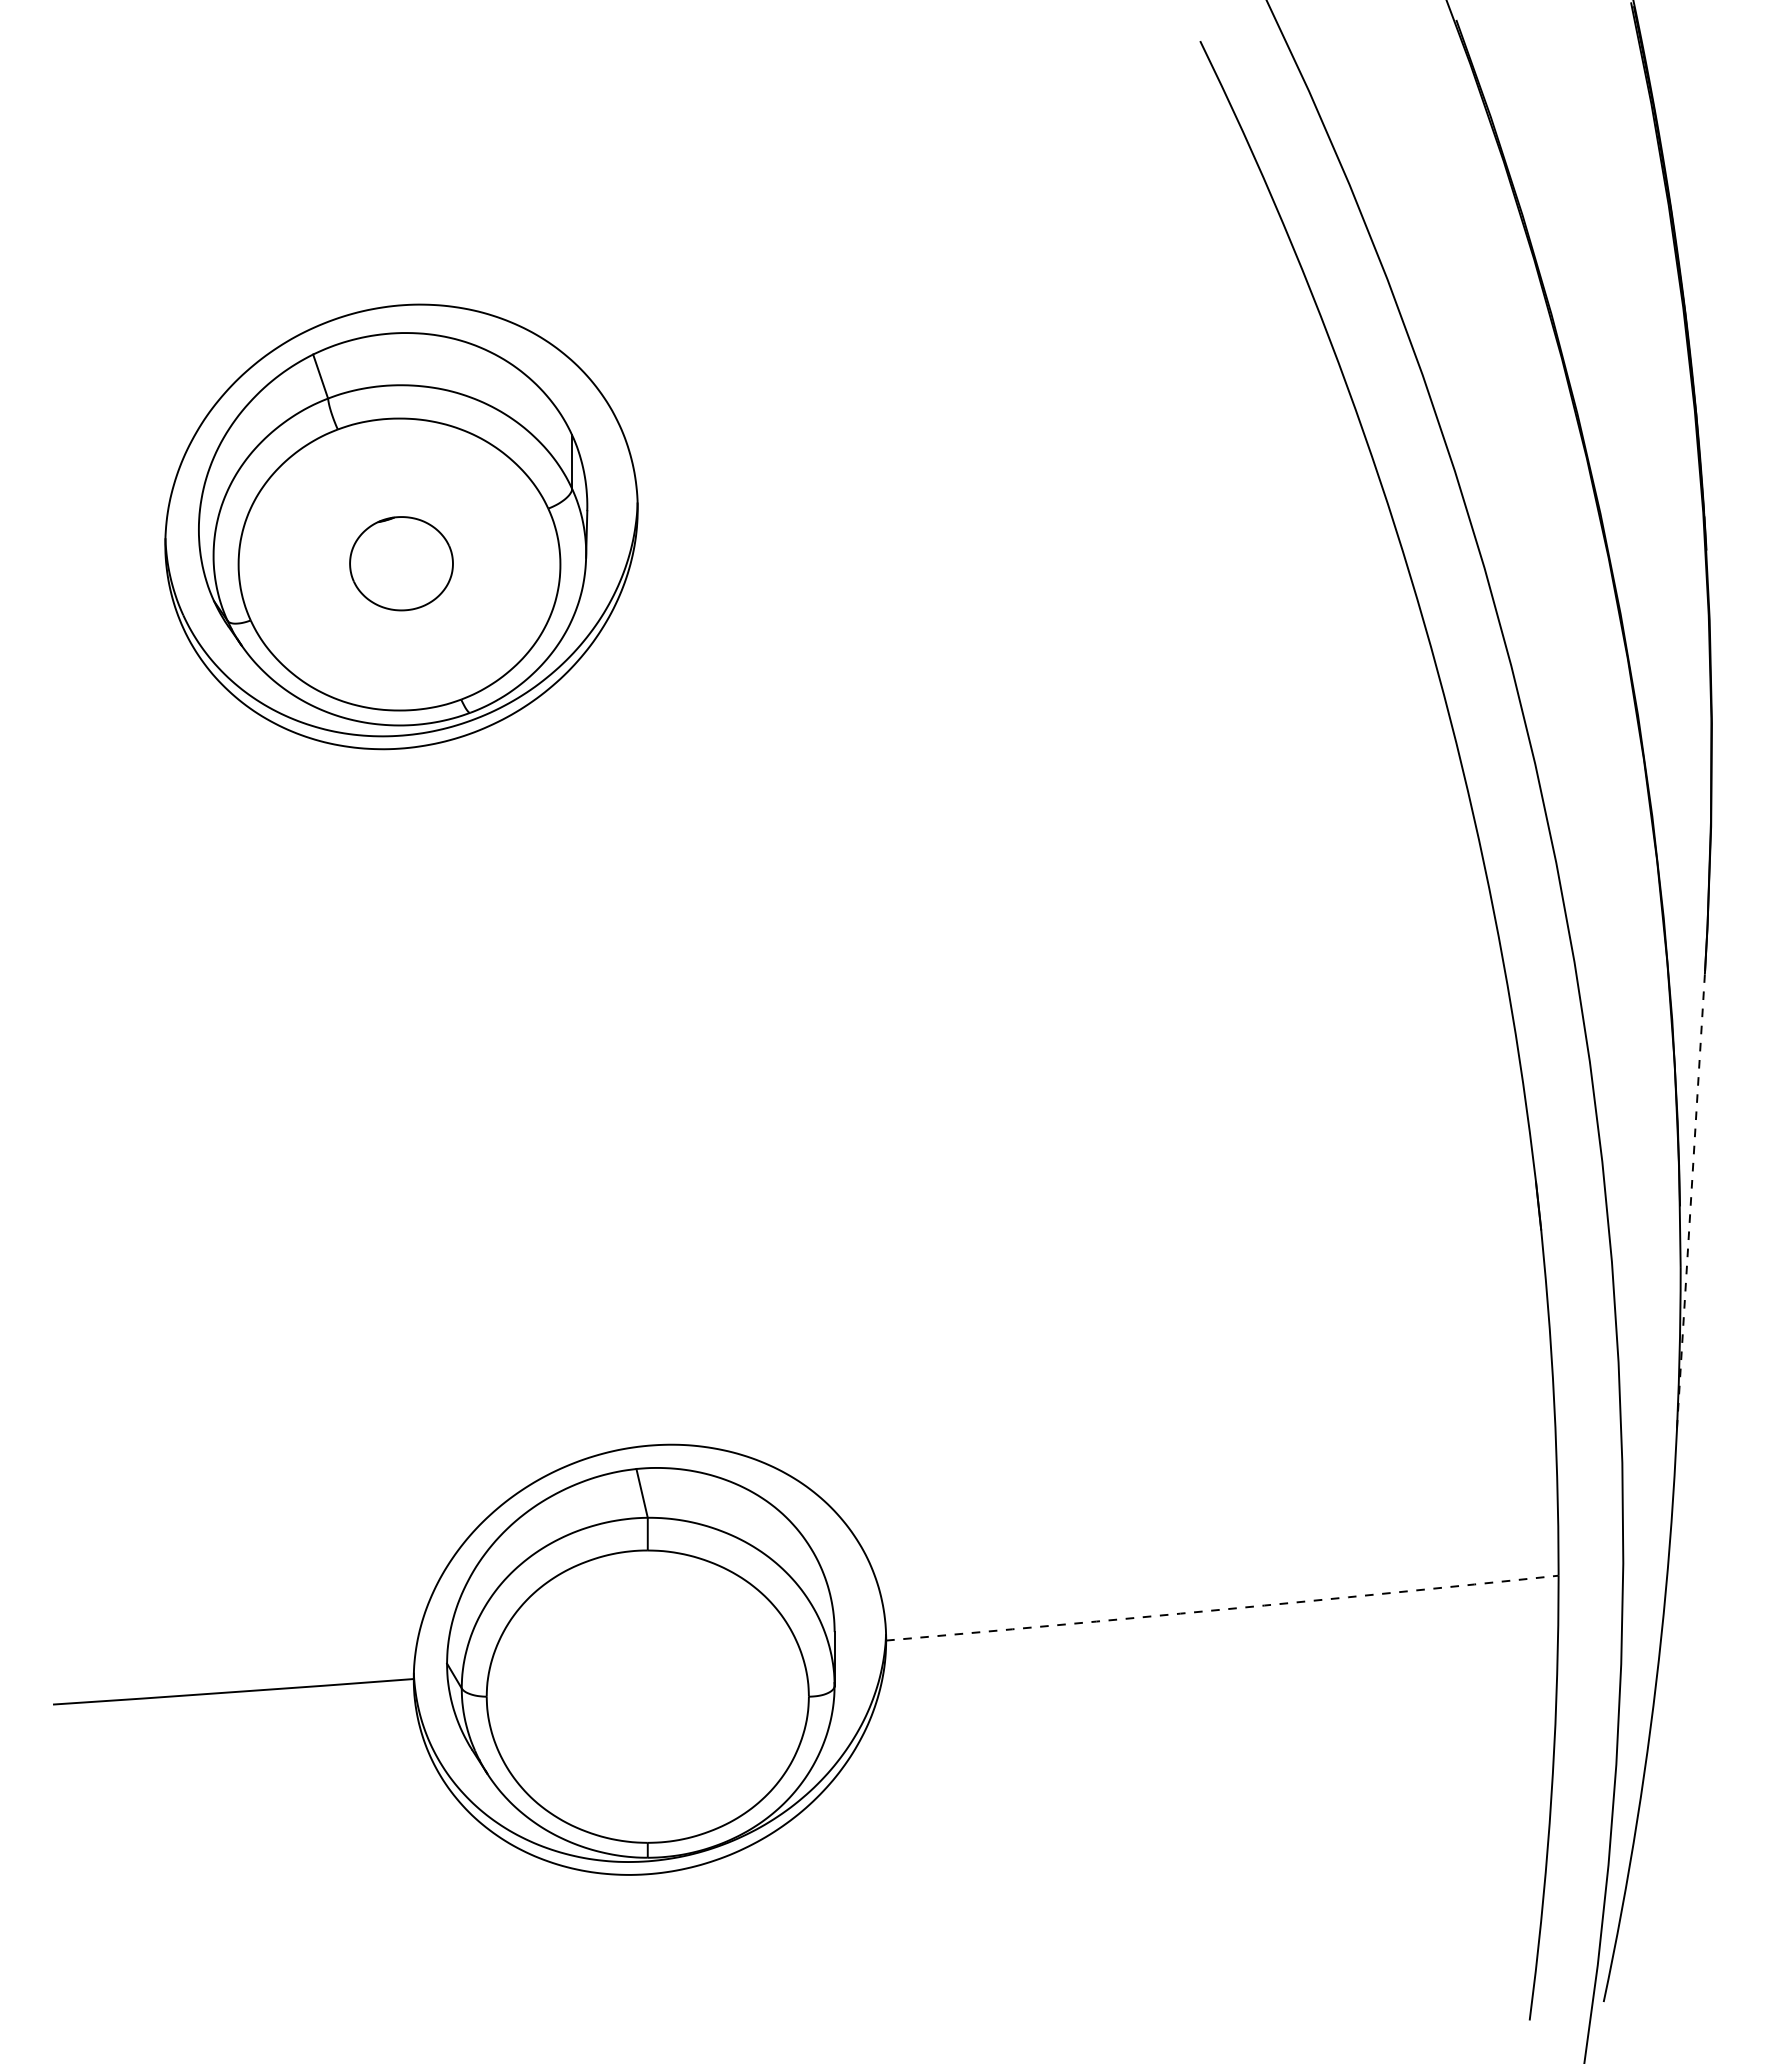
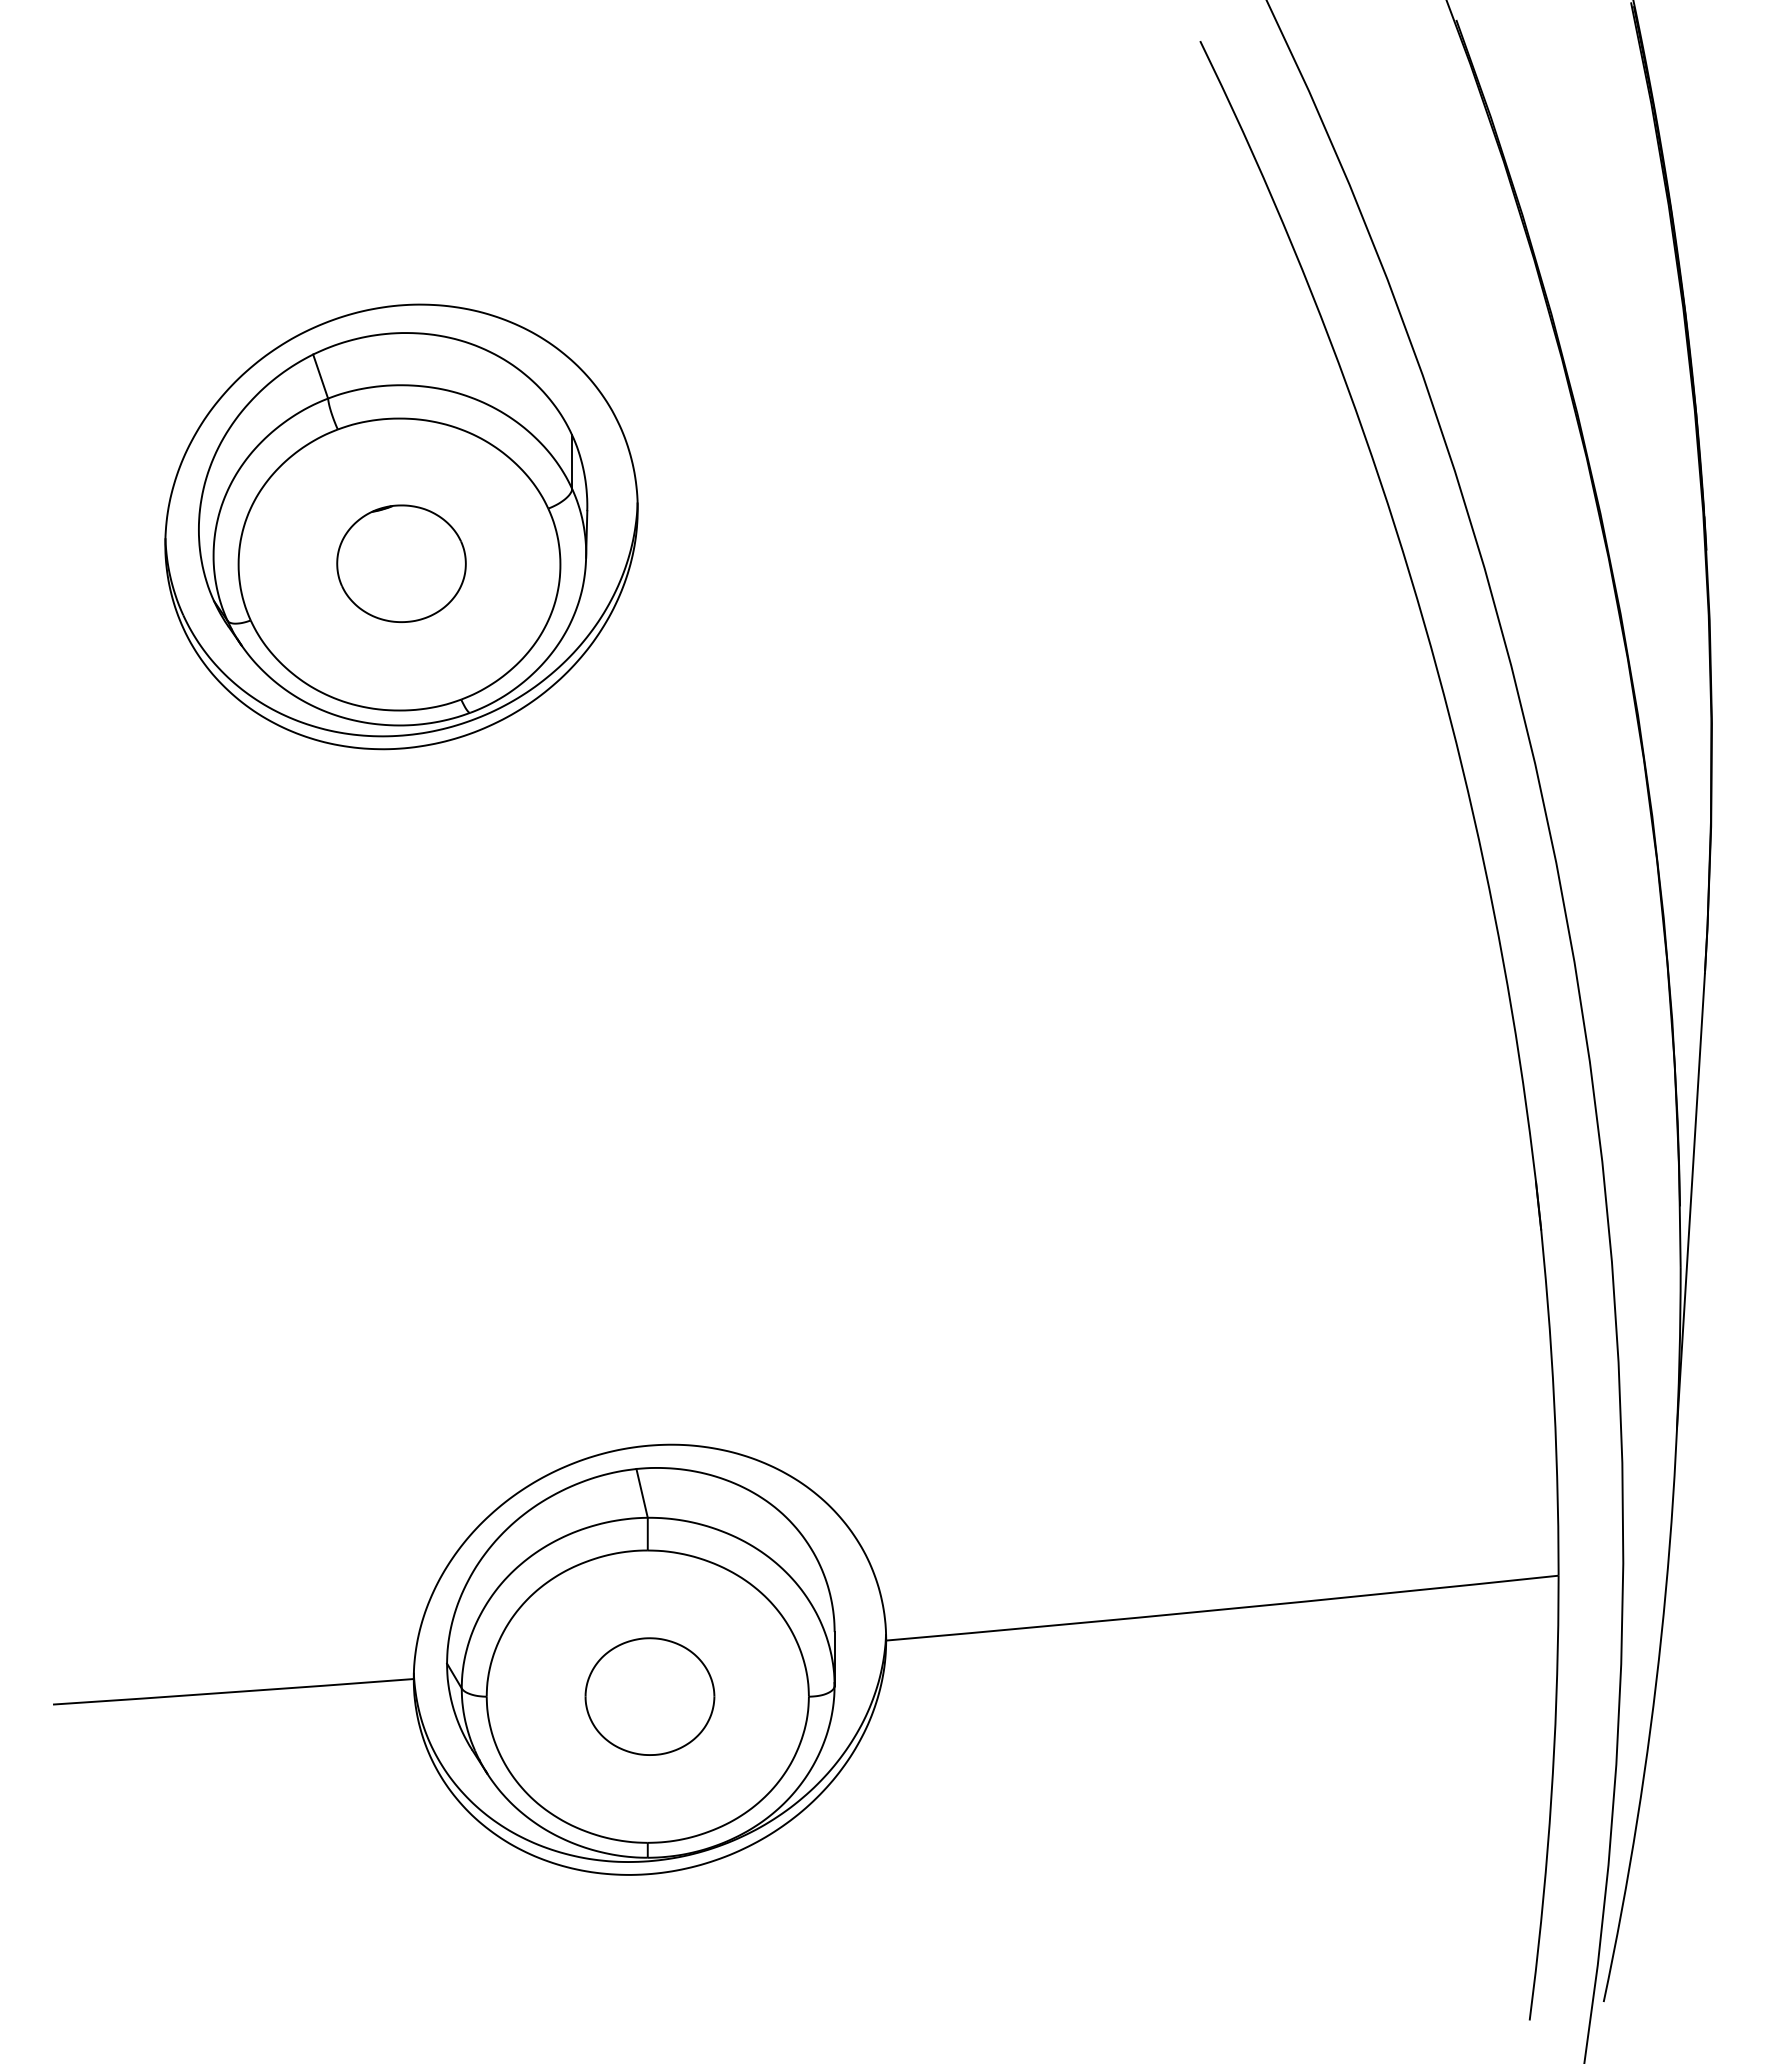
part at (401, 563) size: 105x96 px -> 131x119 px
line at (1690, 1201): dashed -> solid
arc at (1222, 1609): dashed -> solid
part at (649, 1696): none -> present
